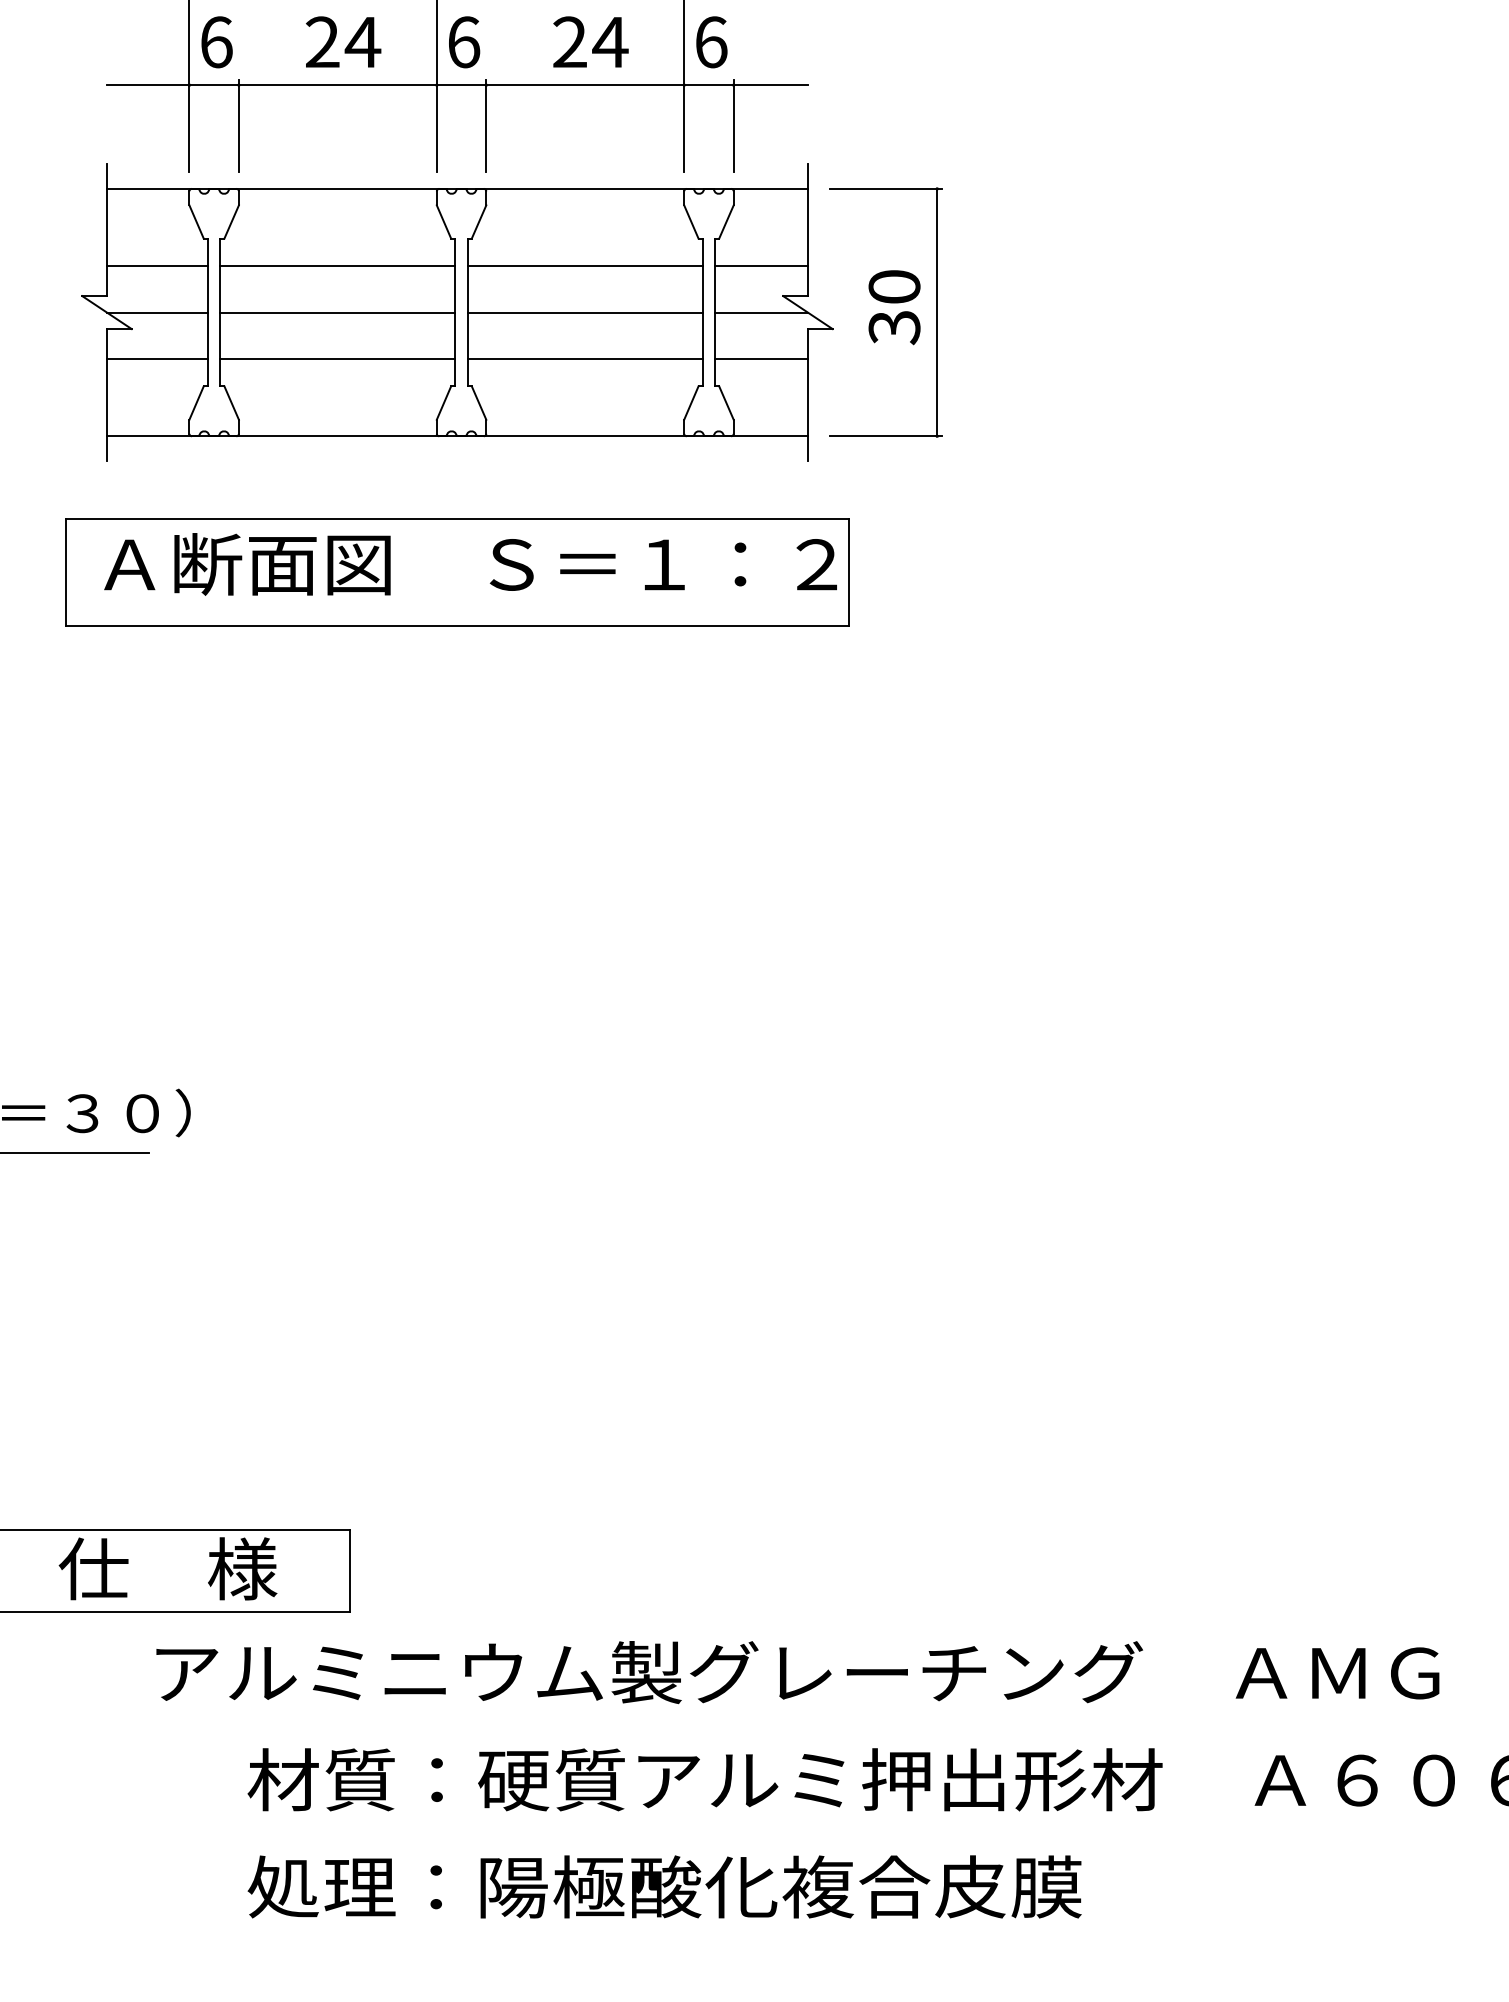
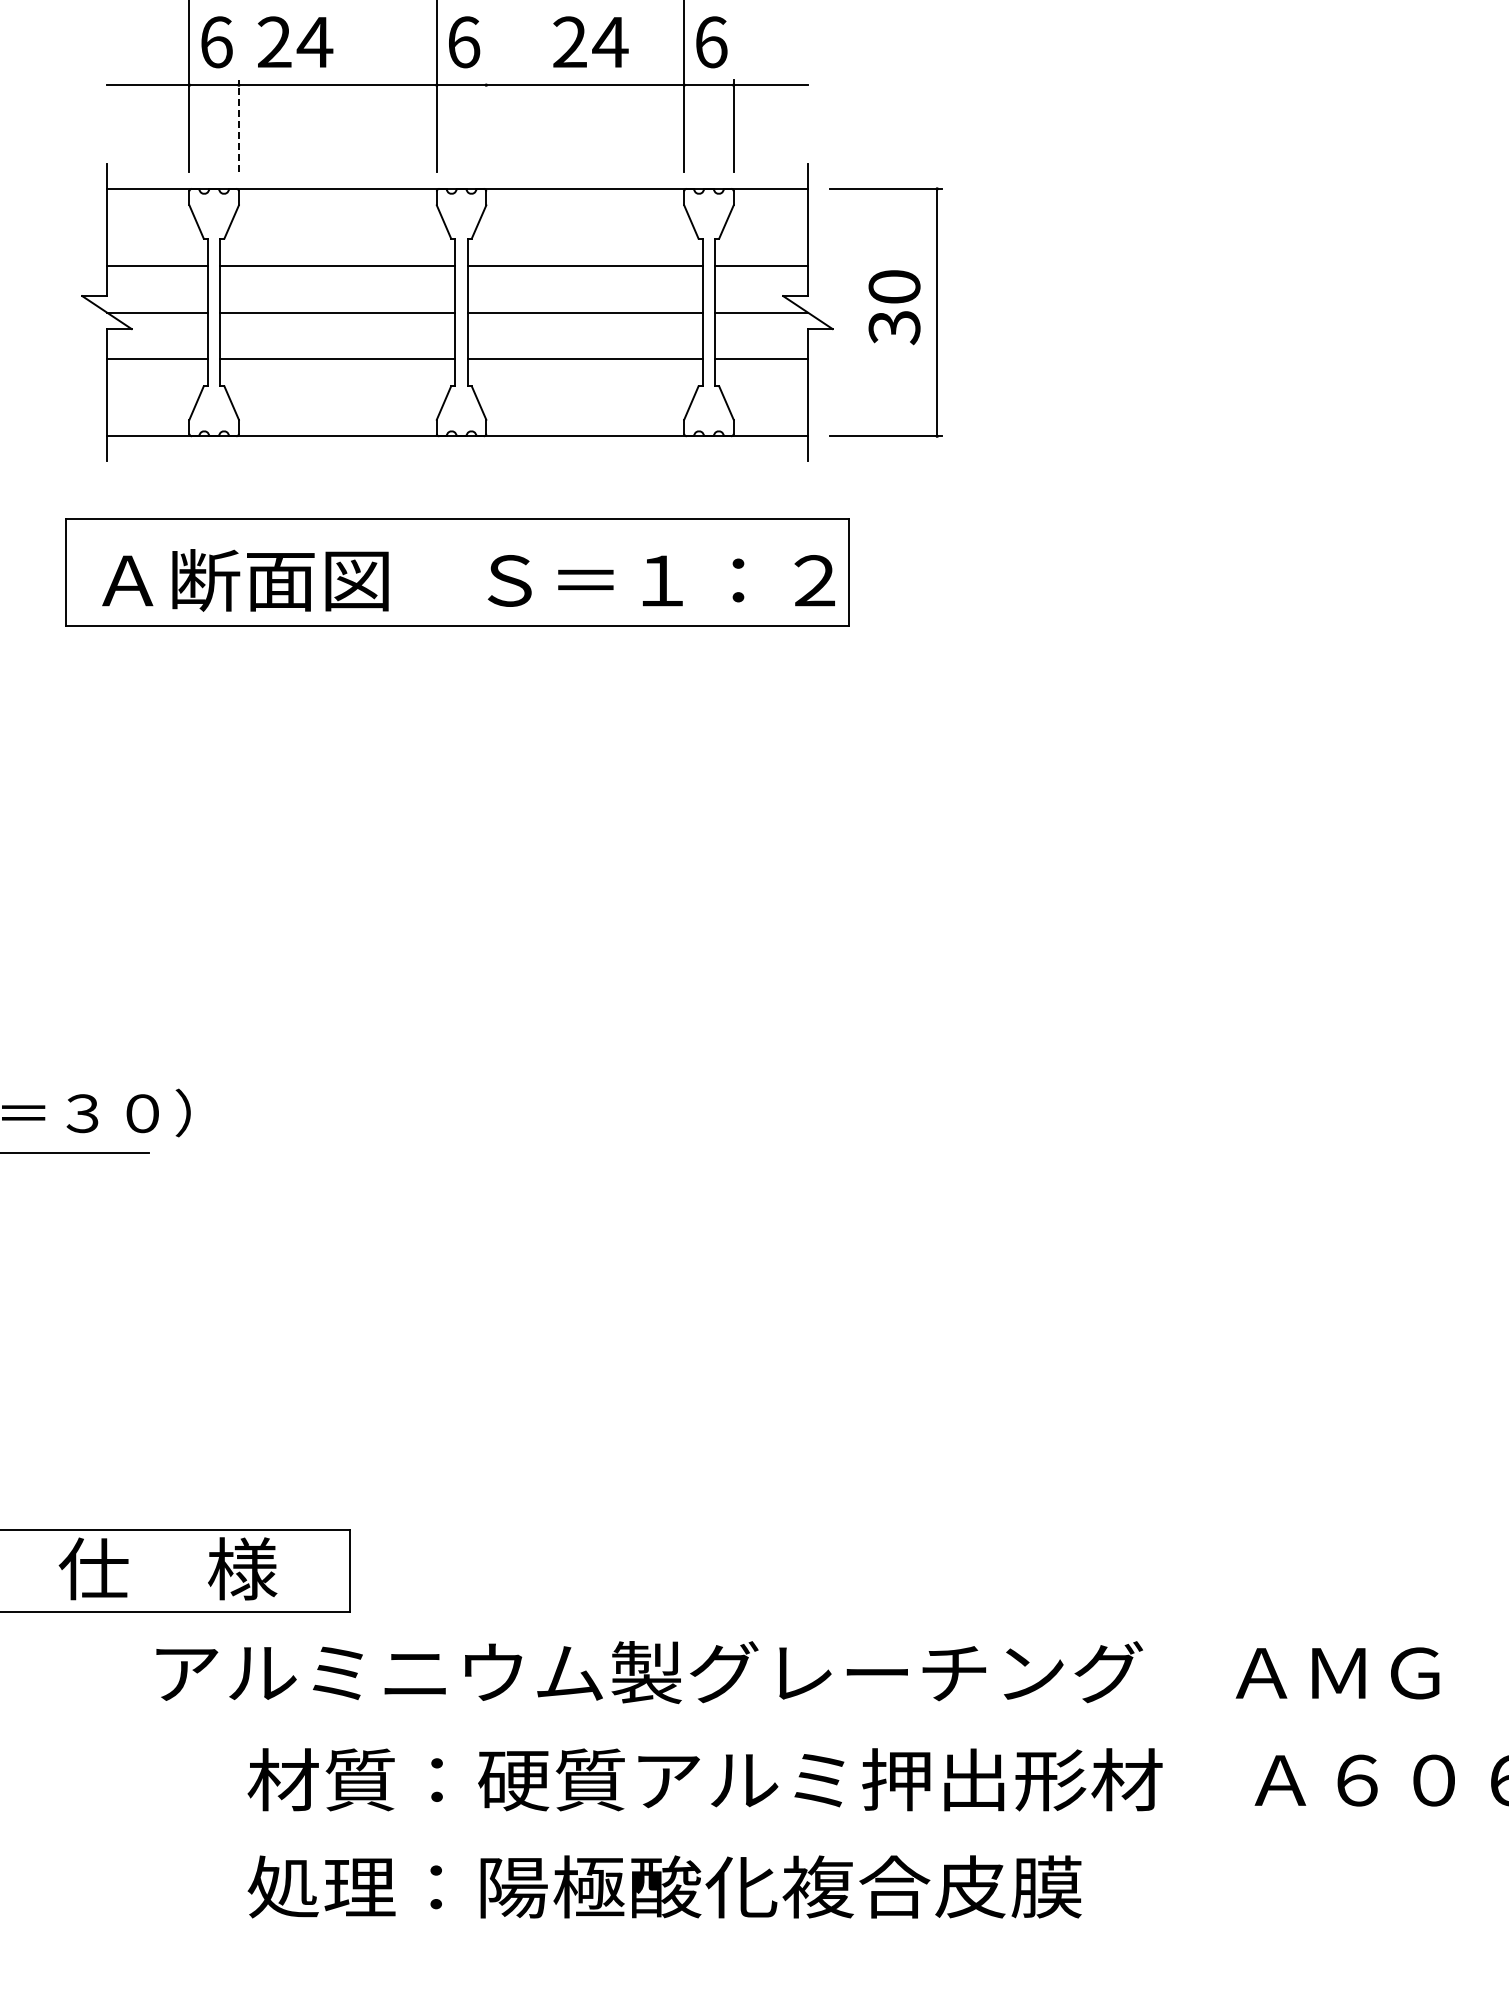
text at (343, 41) position: (343, 41) -> (295, 41)
line at (238, 125): solid -> dashed
line at (486, 125): present -> none
text at (470, 564) position: (470, 564) -> (468, 580)
